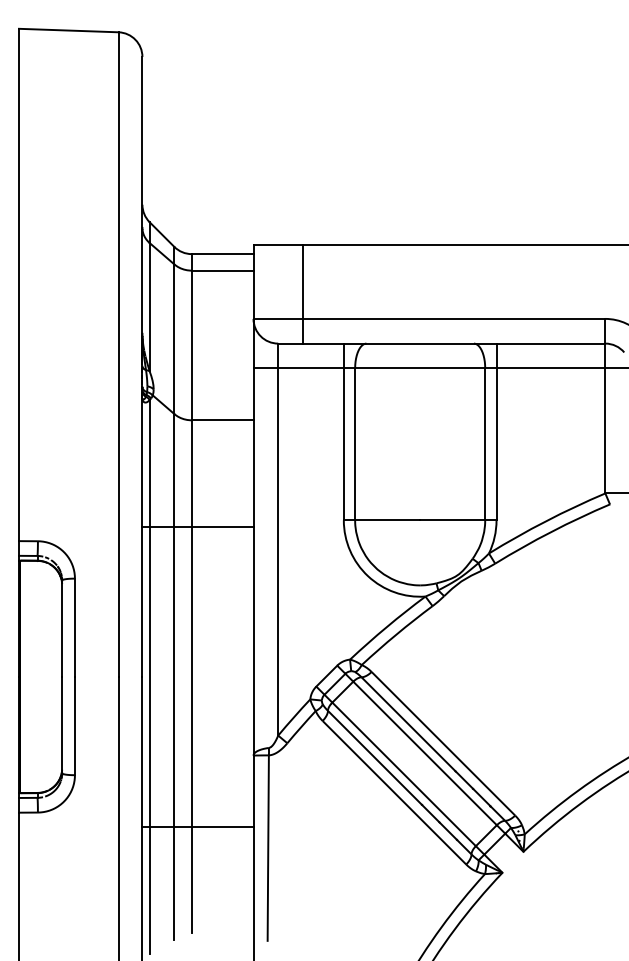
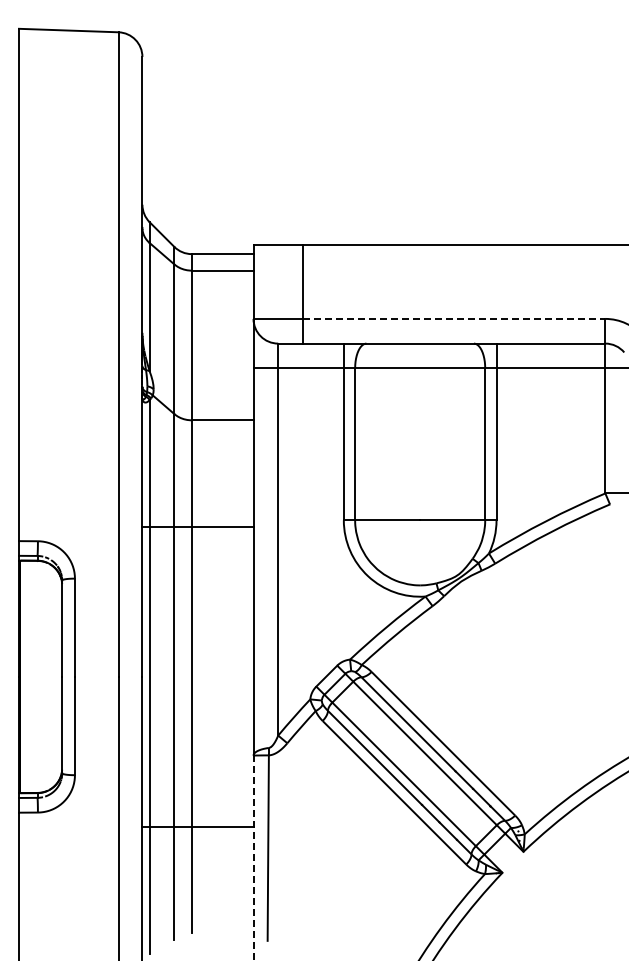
line at (454, 318): solid -> dashed
line at (253, 857): solid -> dashed
